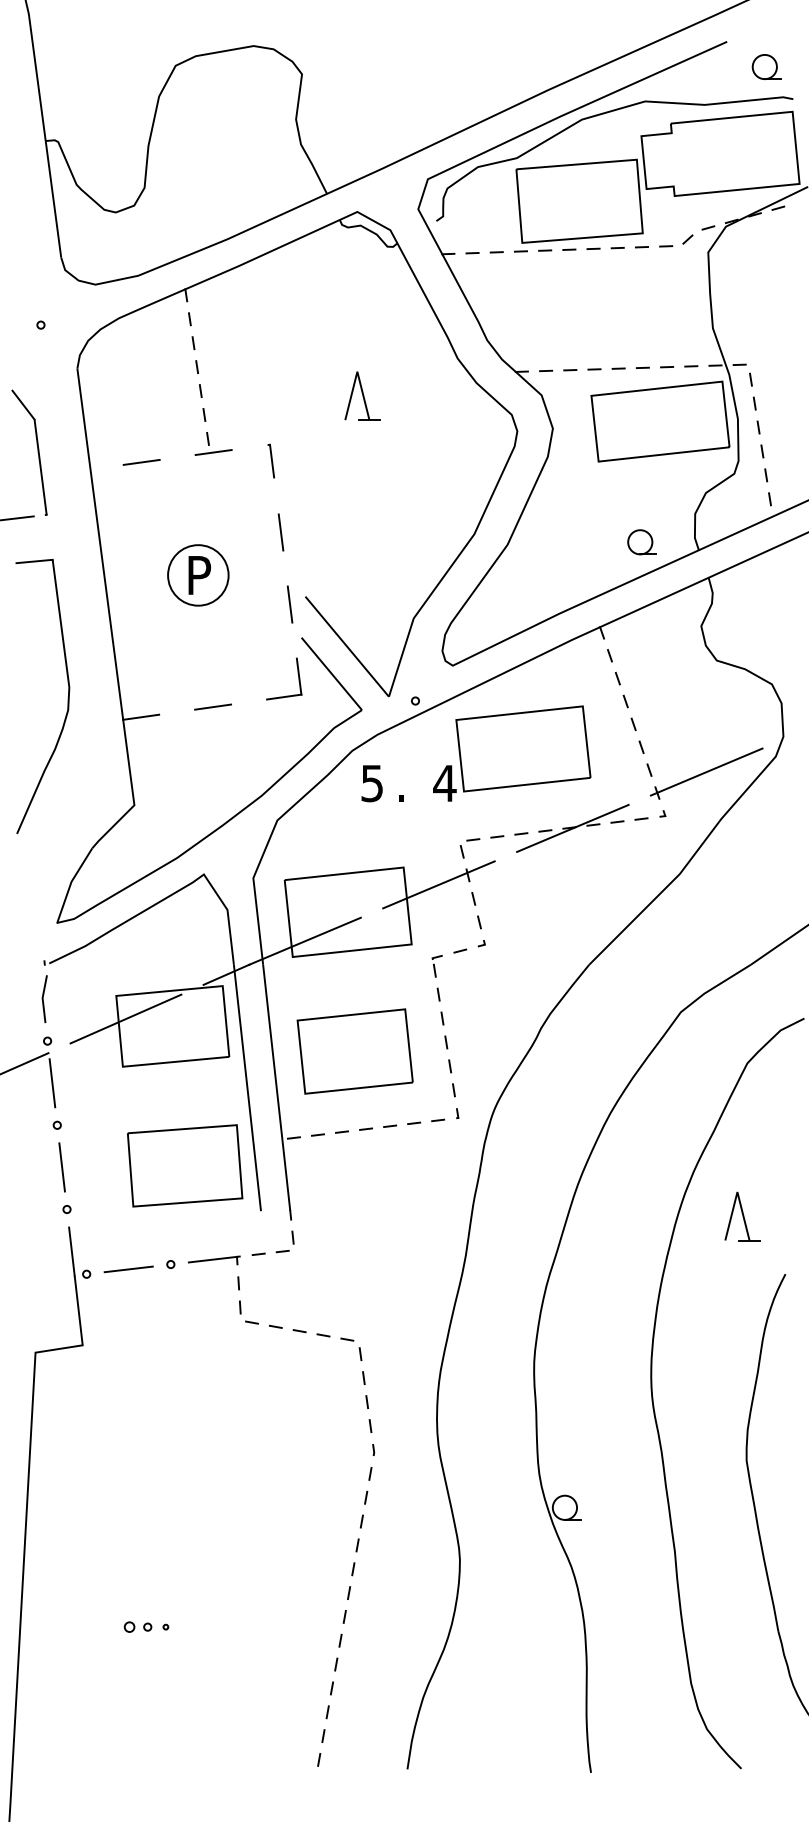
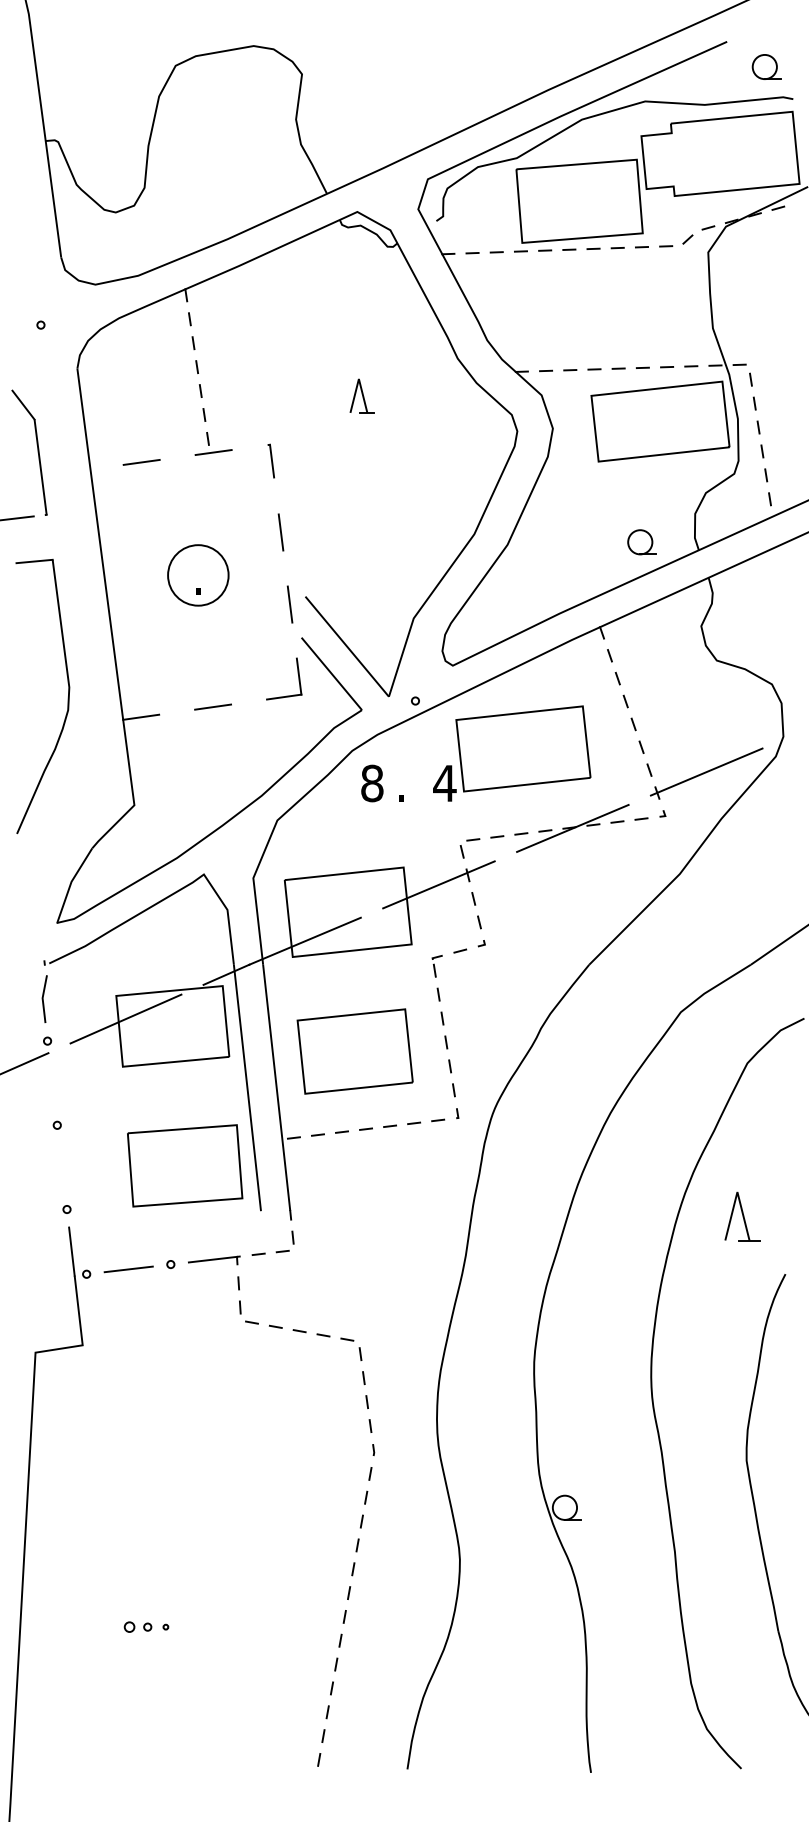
part at (362, 395) size: 37x50 px -> 26x36 px
text at (199, 575): P -> .
text at (372, 783): 5 -> 8
line at (52, 1083): present -> none
line at (61, 1167): present -> none
